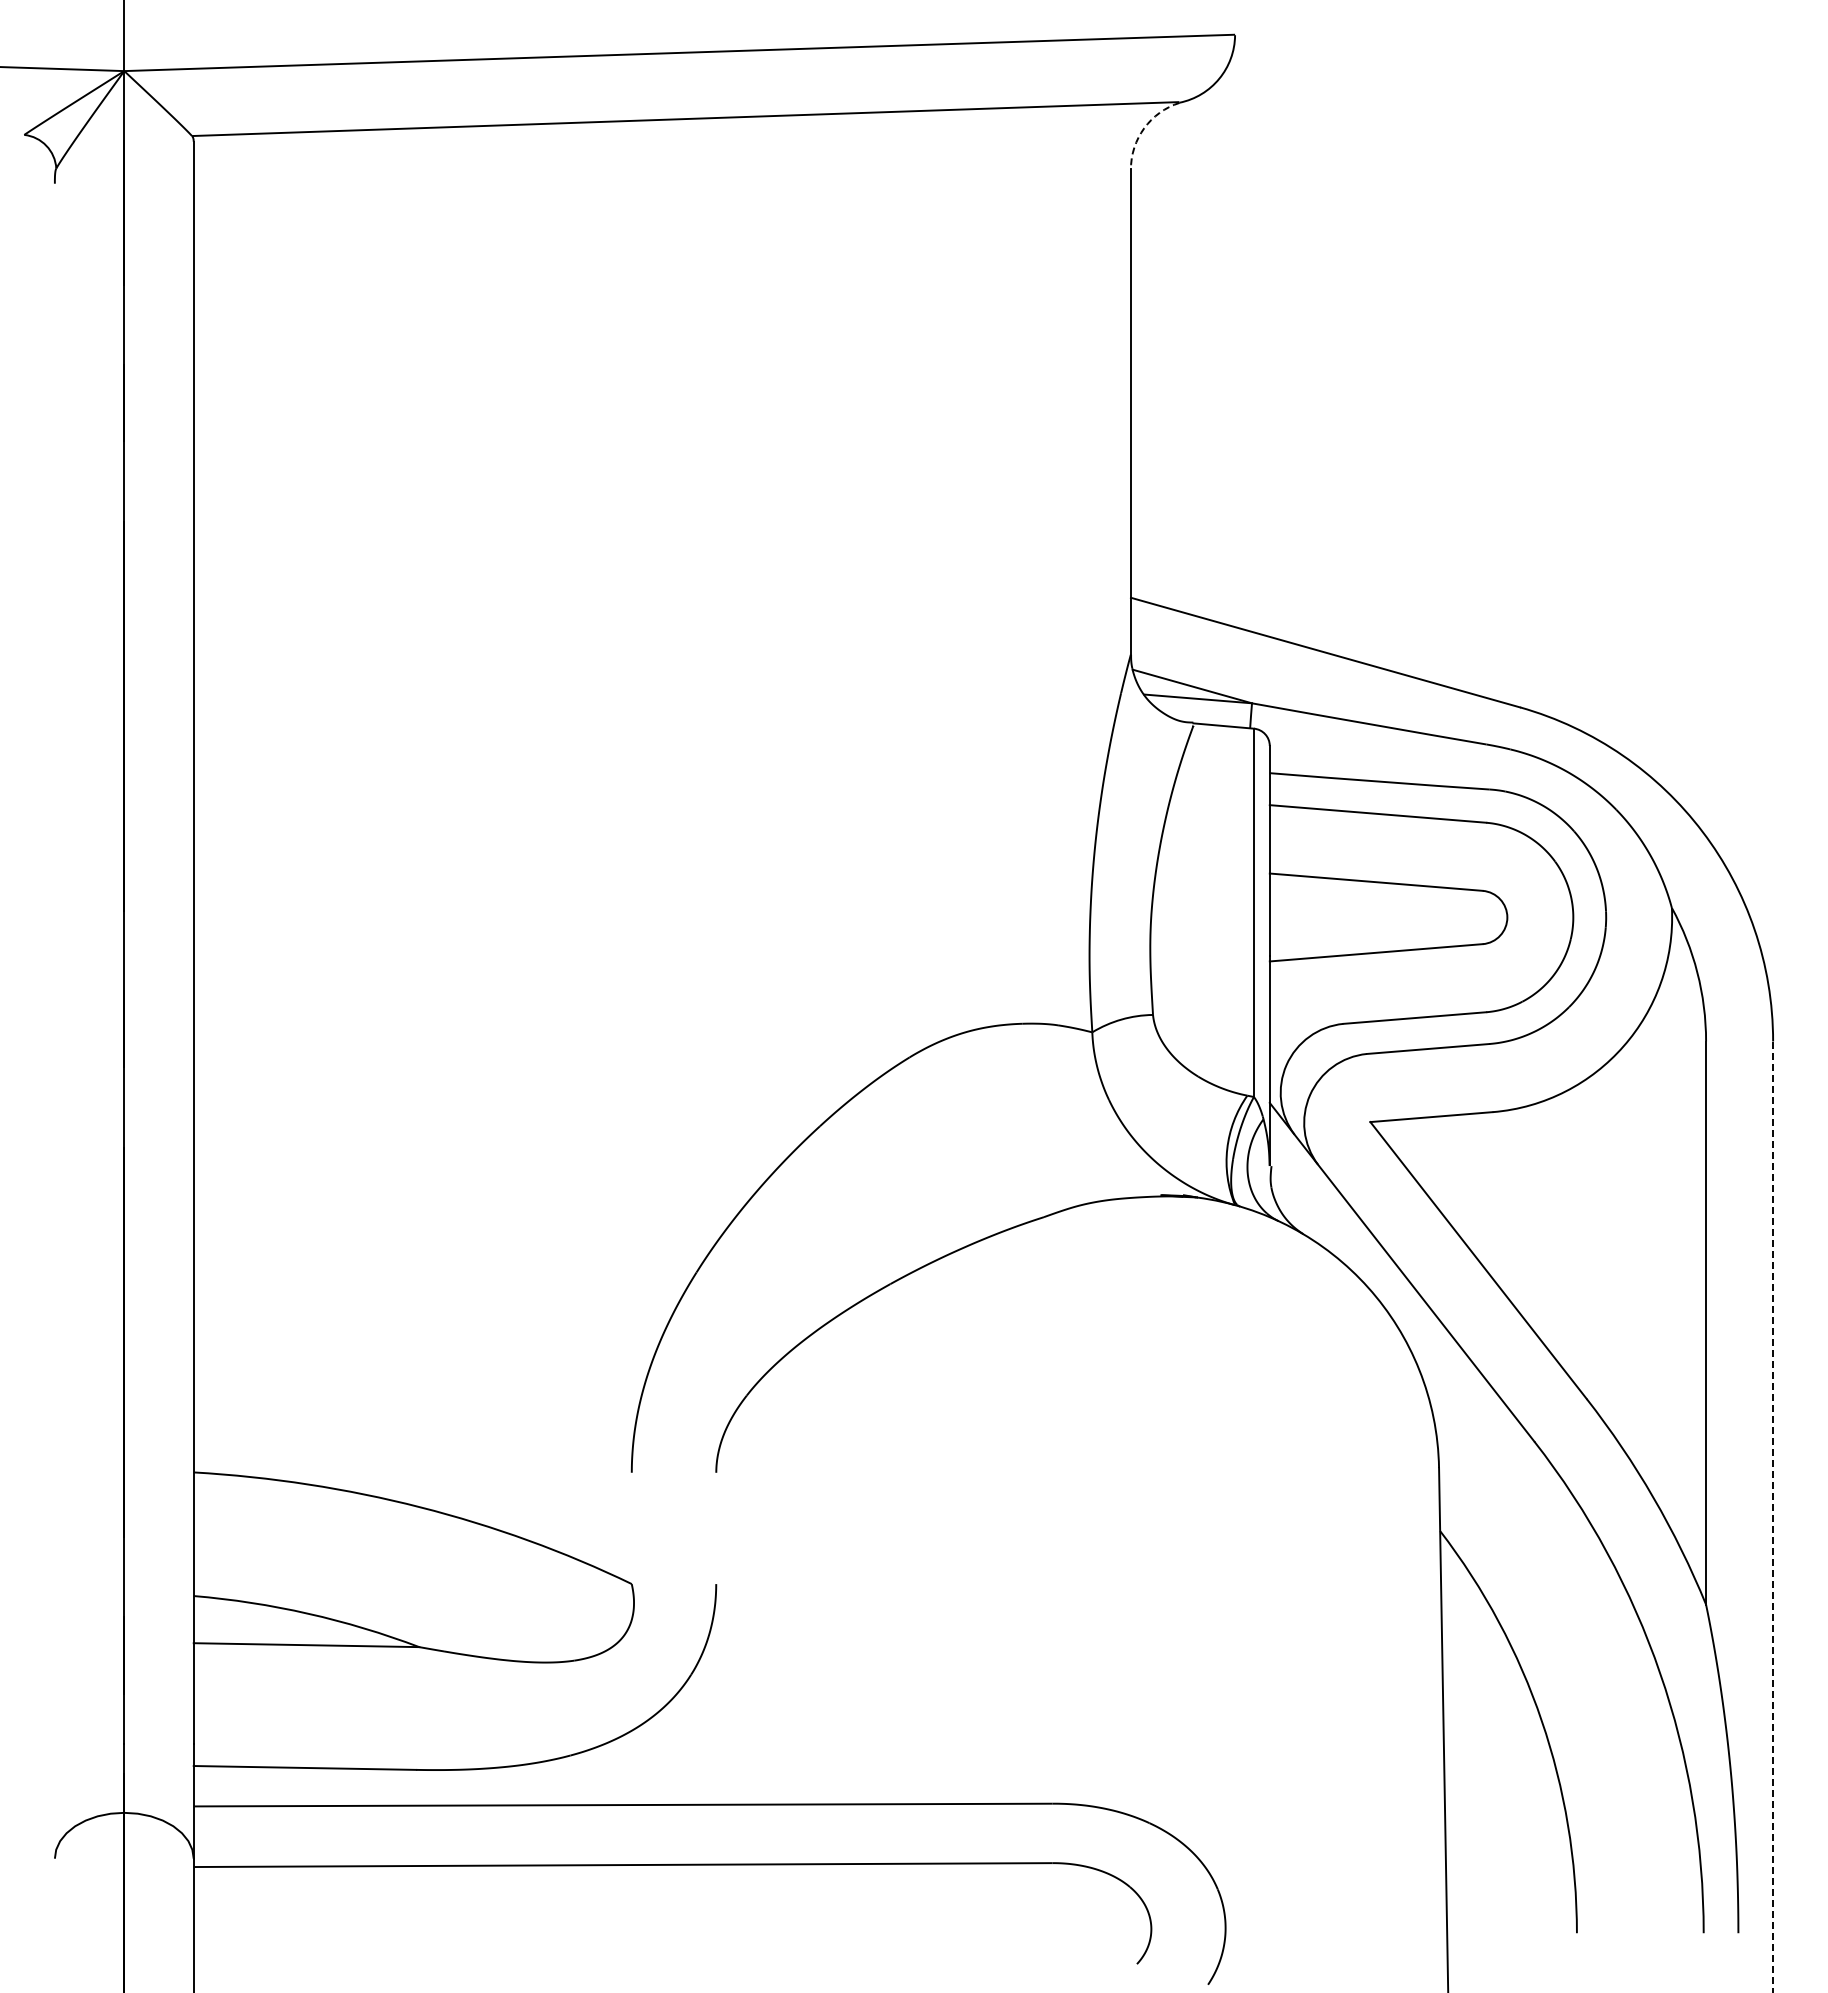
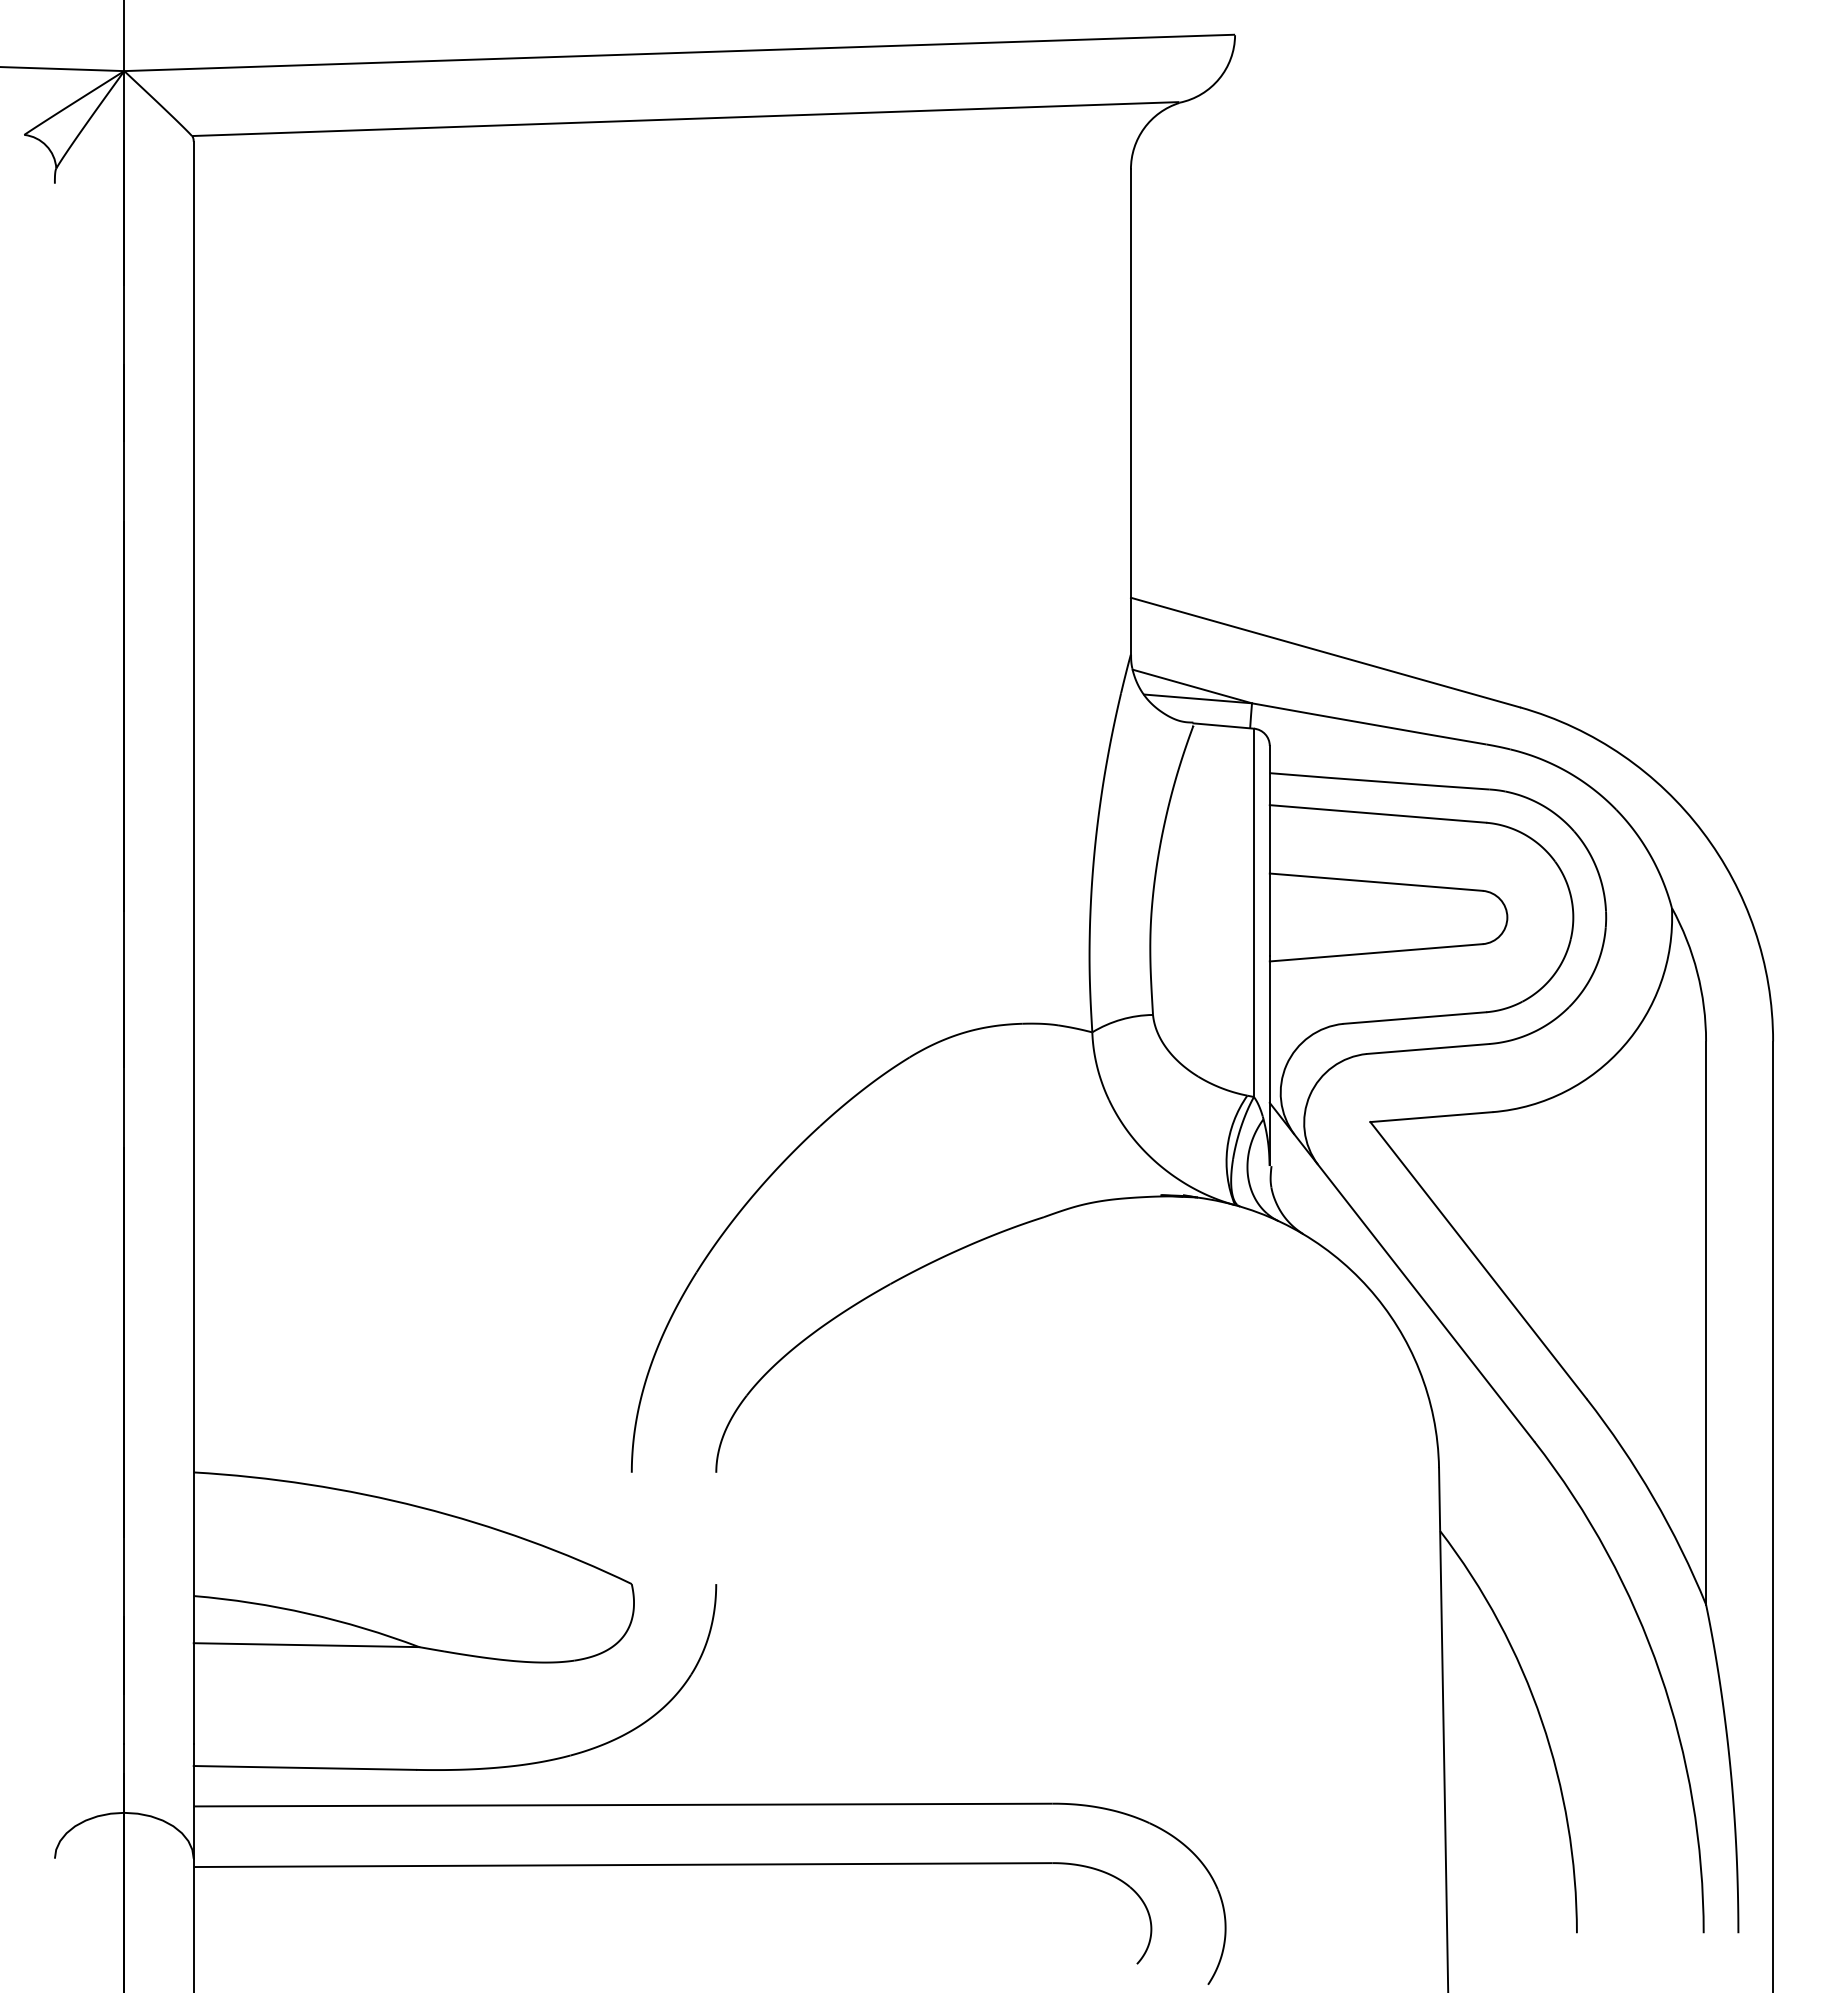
arc at (1144, 128): dashed -> solid
line at (1773, 1517): dashed -> solid
